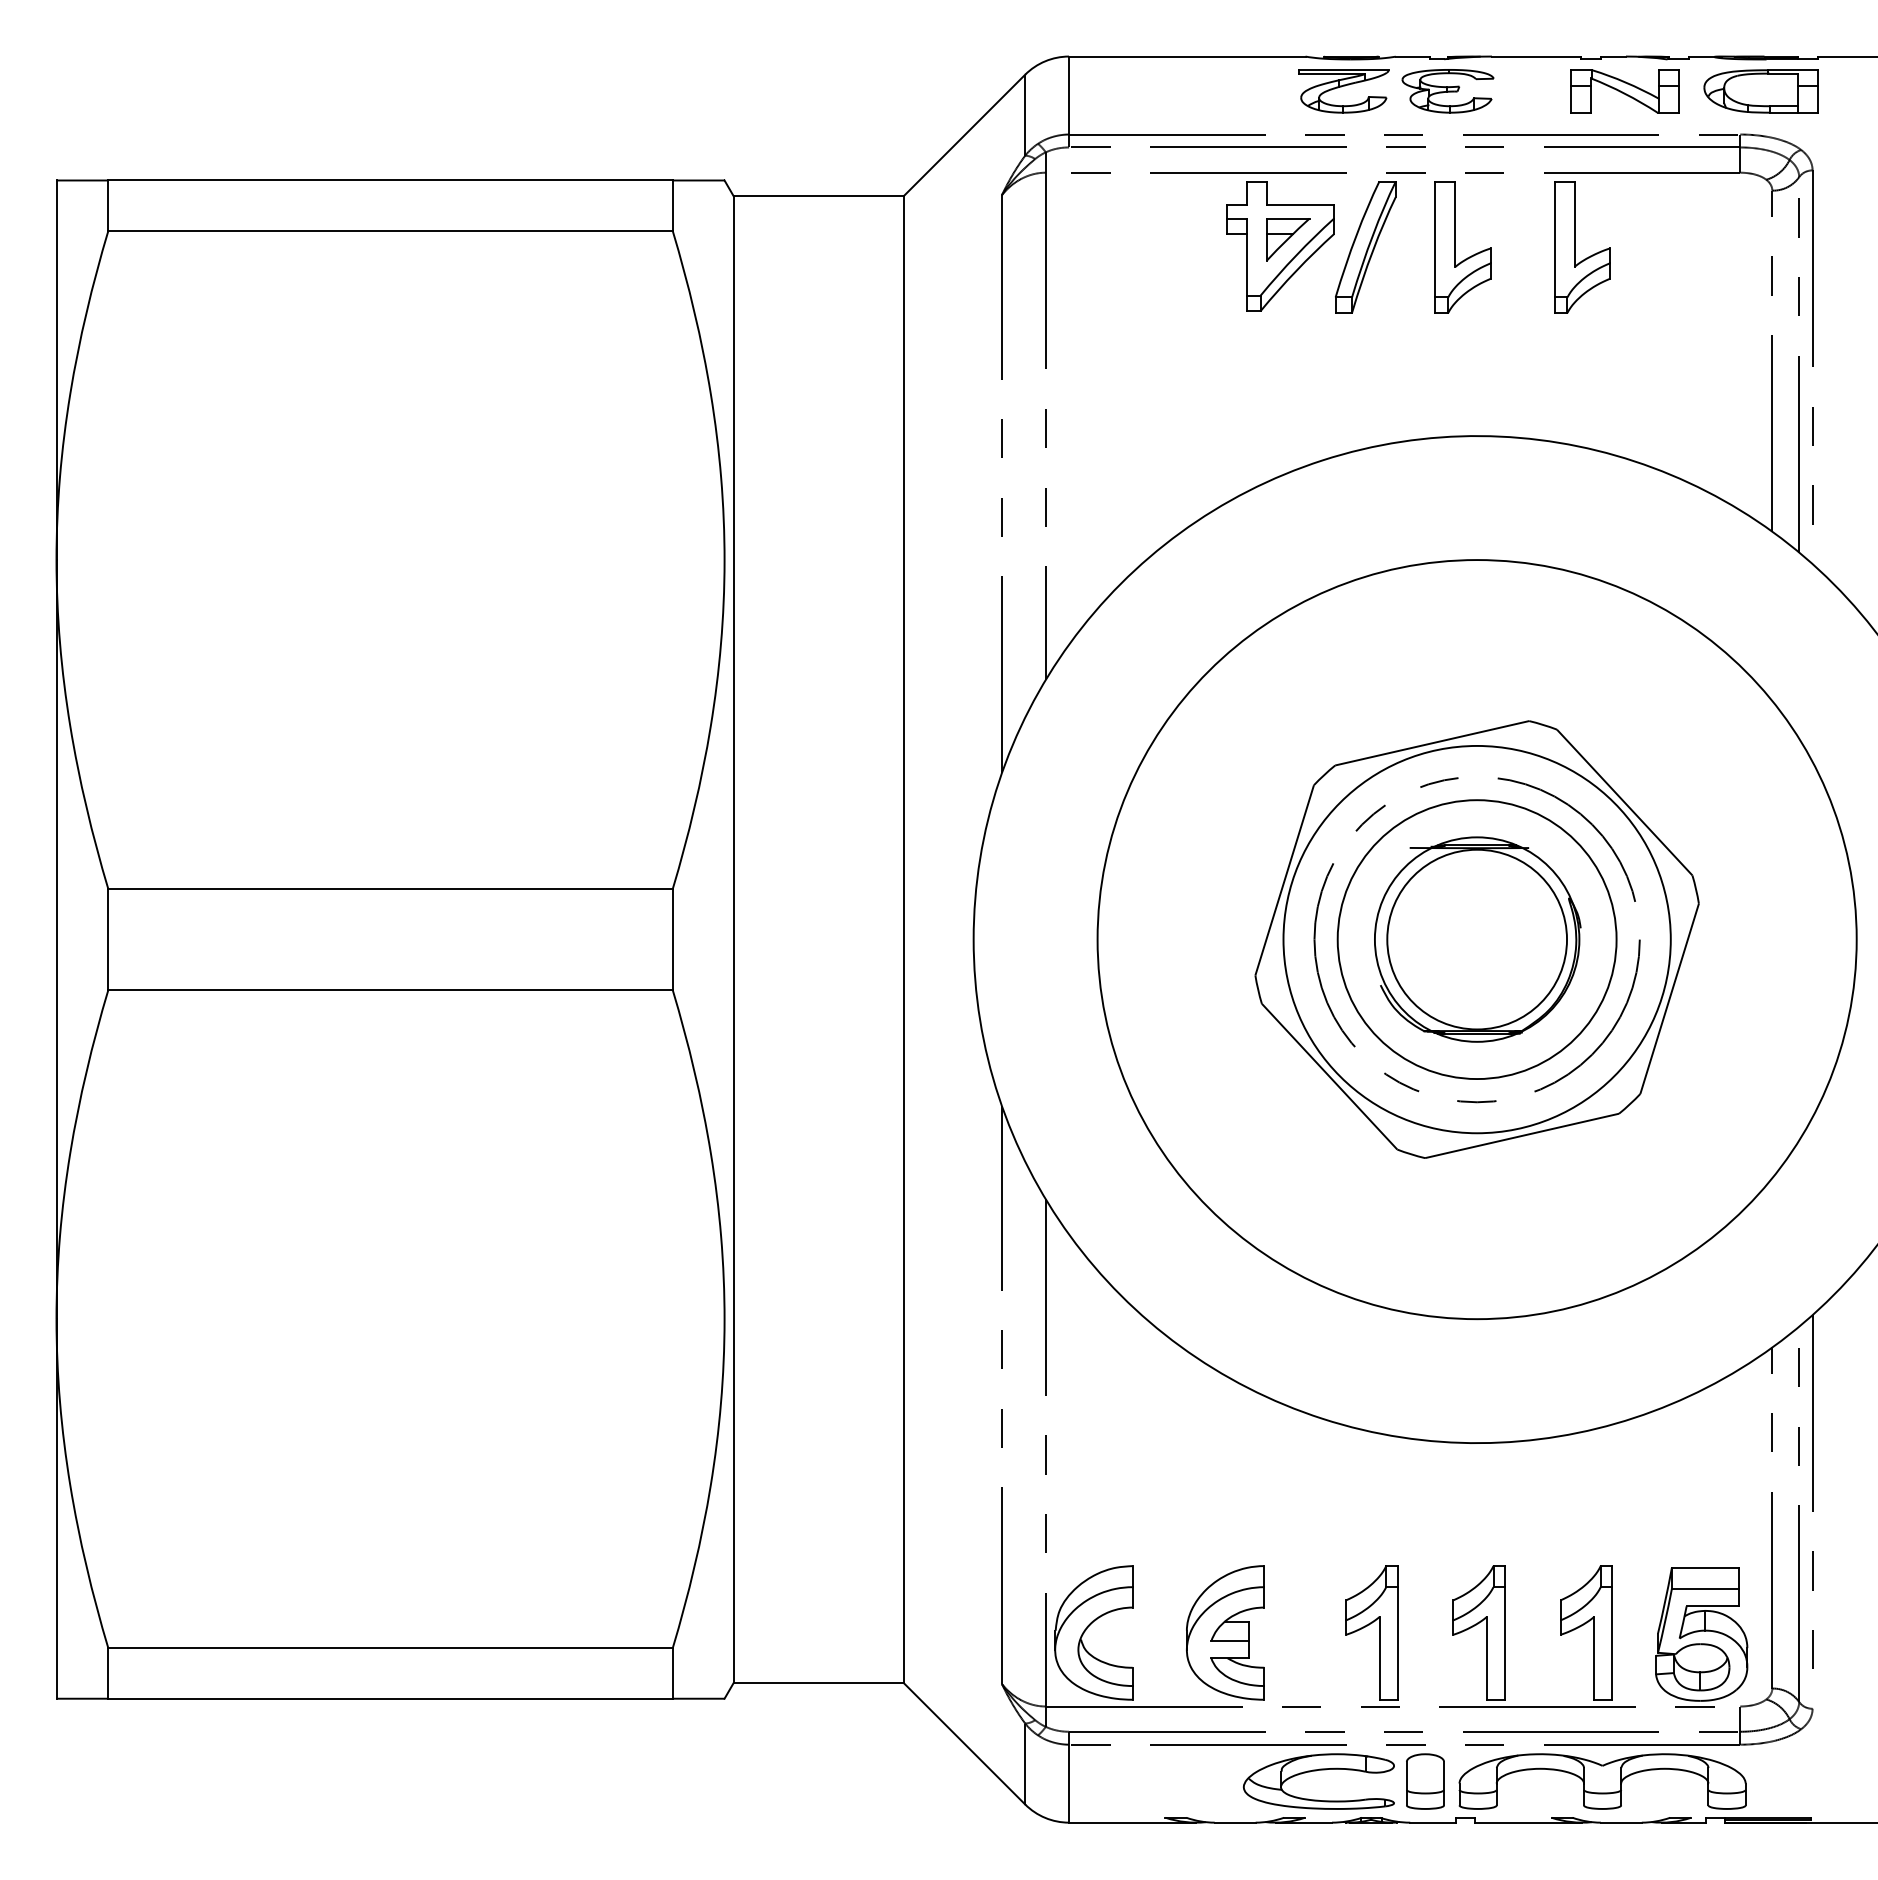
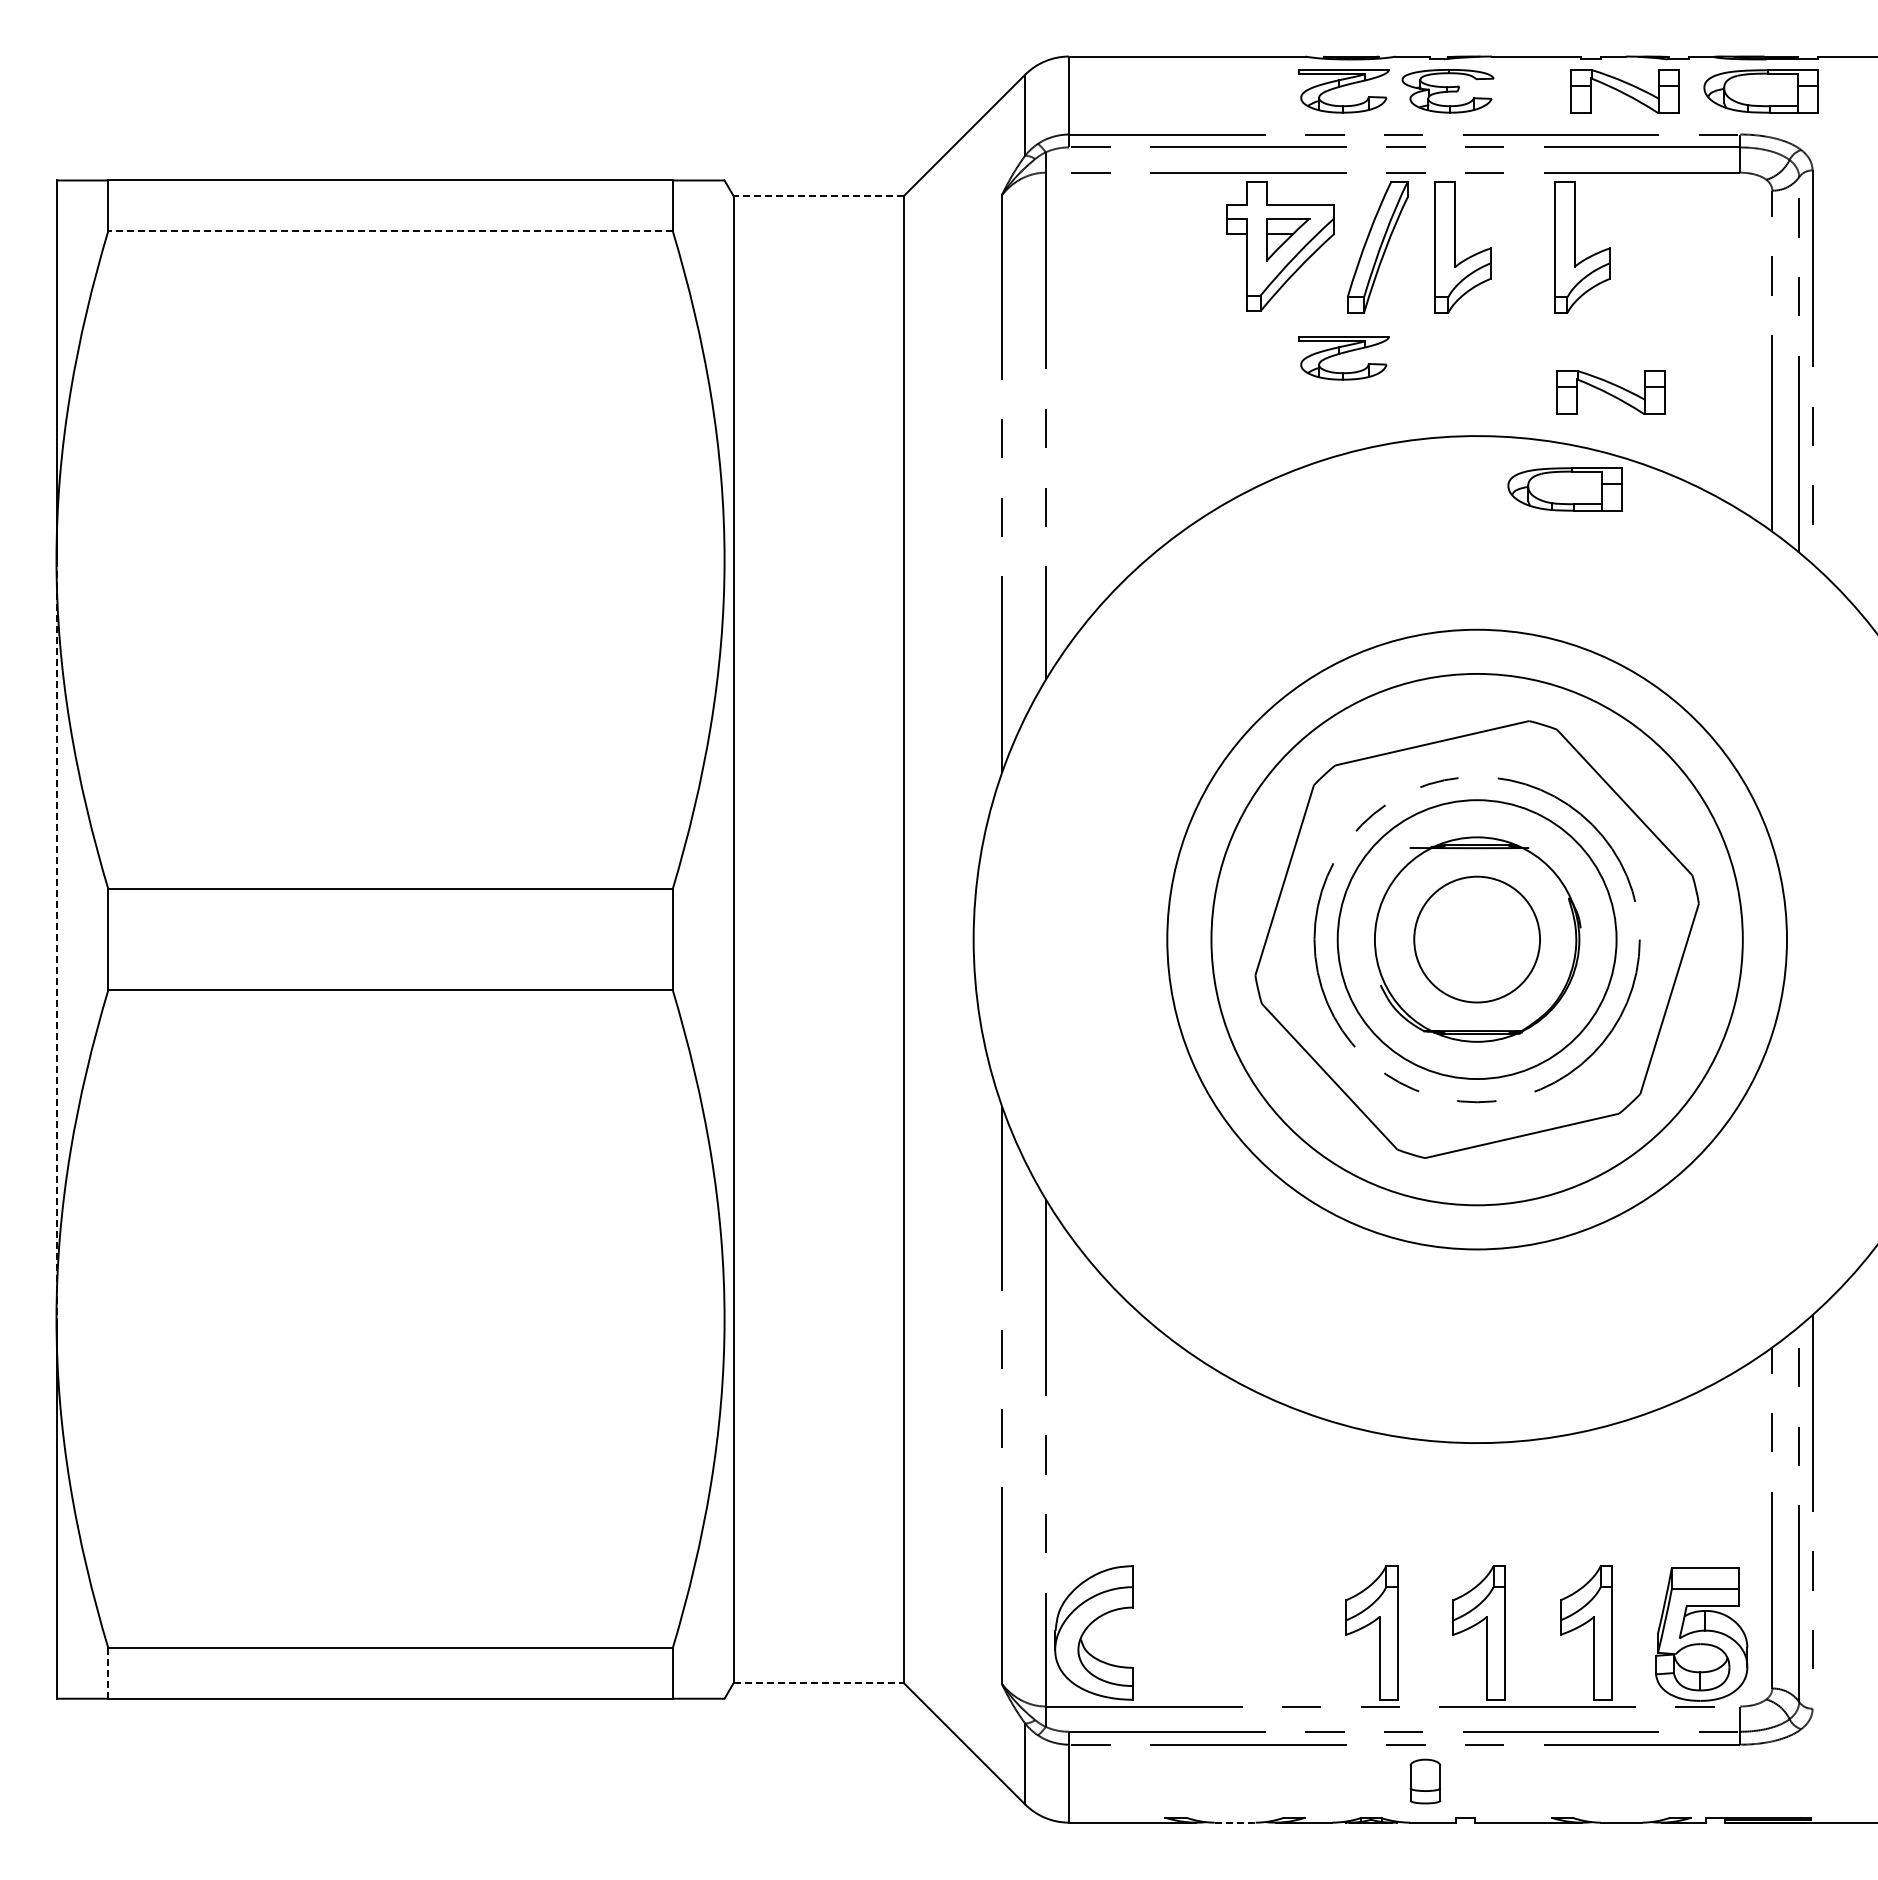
line at (818, 195): solid -> dashed
line at (390, 230): solid -> dashed
part at (1365, 247) position: (1365, 247) -> (1377, 247)
part at (1343, 358): none -> present
part at (1610, 392): none -> present
part at (1564, 489): none -> present
line at (56, 939): solid -> dashed
circle at (1476, 939) diameter: 387 px -> 620 px
circle at (1476, 939) diameter: 759 px -> 531 px
circle at (1477, 939) diameter: 180 px -> 126 px
part at (1225, 1632): present -> none
line at (108, 1674): solid -> dashed
line at (819, 1683): solid -> dashed
part at (1316, 1771): present -> none
part at (1425, 1781) size: 39x57 px -> 33x47 px
part at (1602, 1781): present -> none
line at (1235, 1822): solid -> dashed
